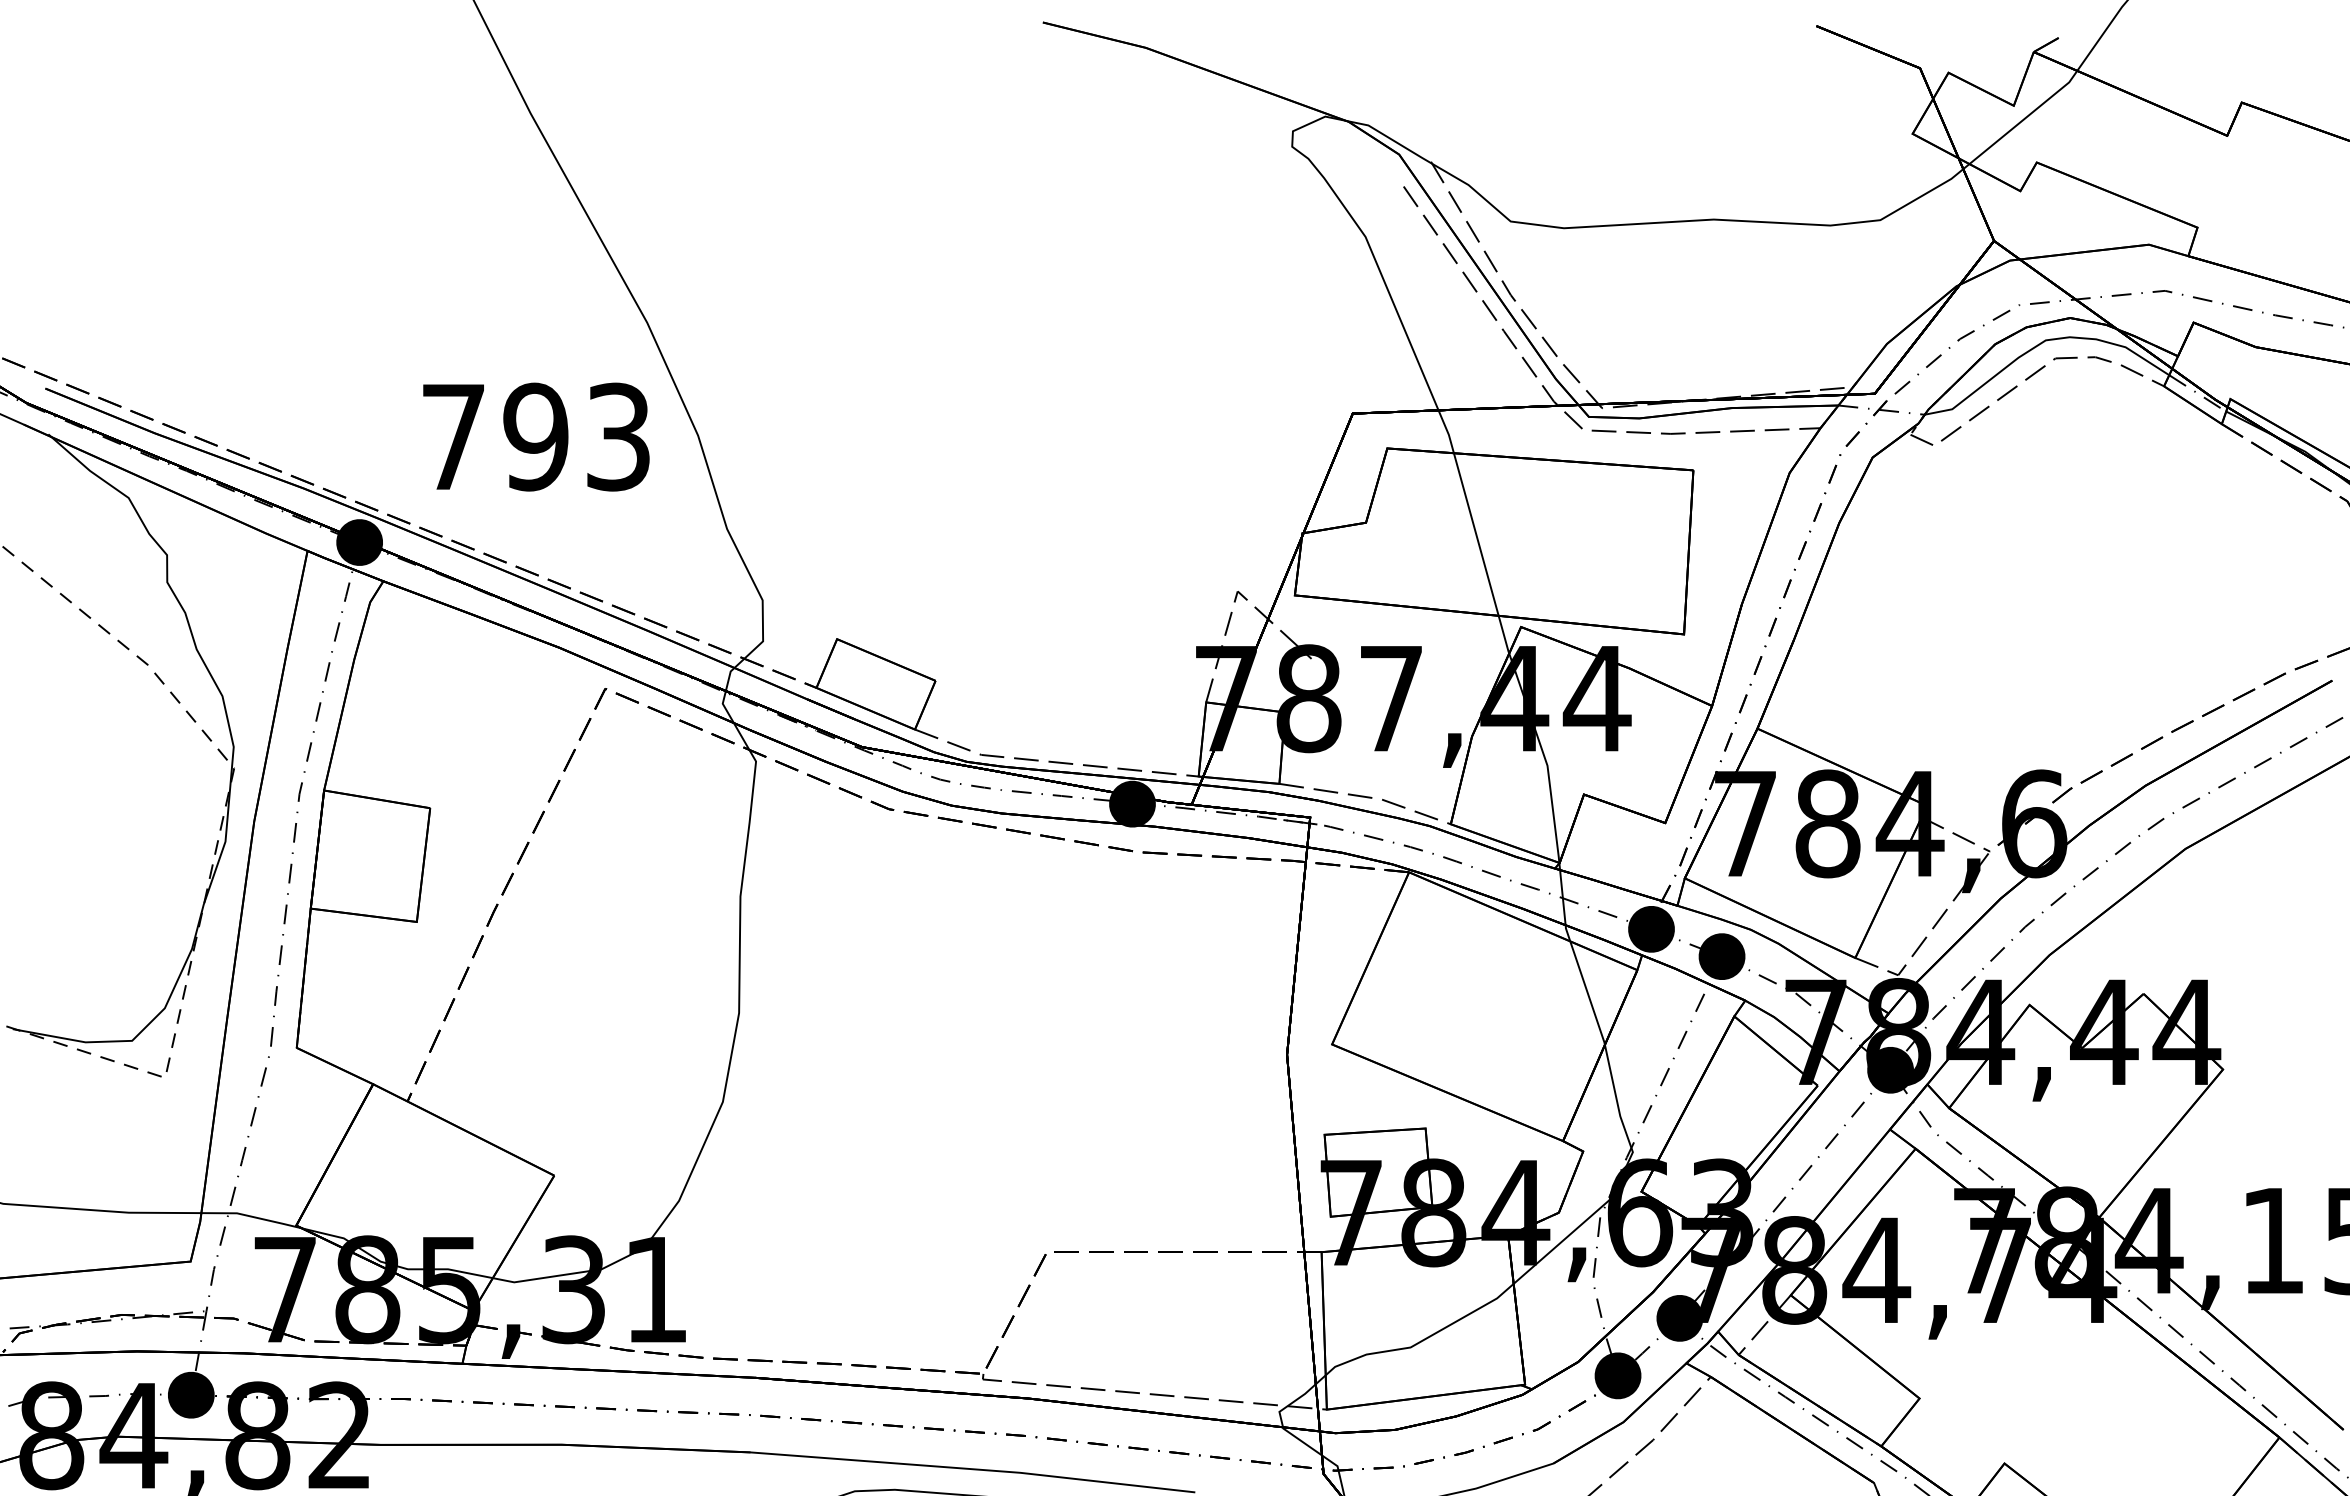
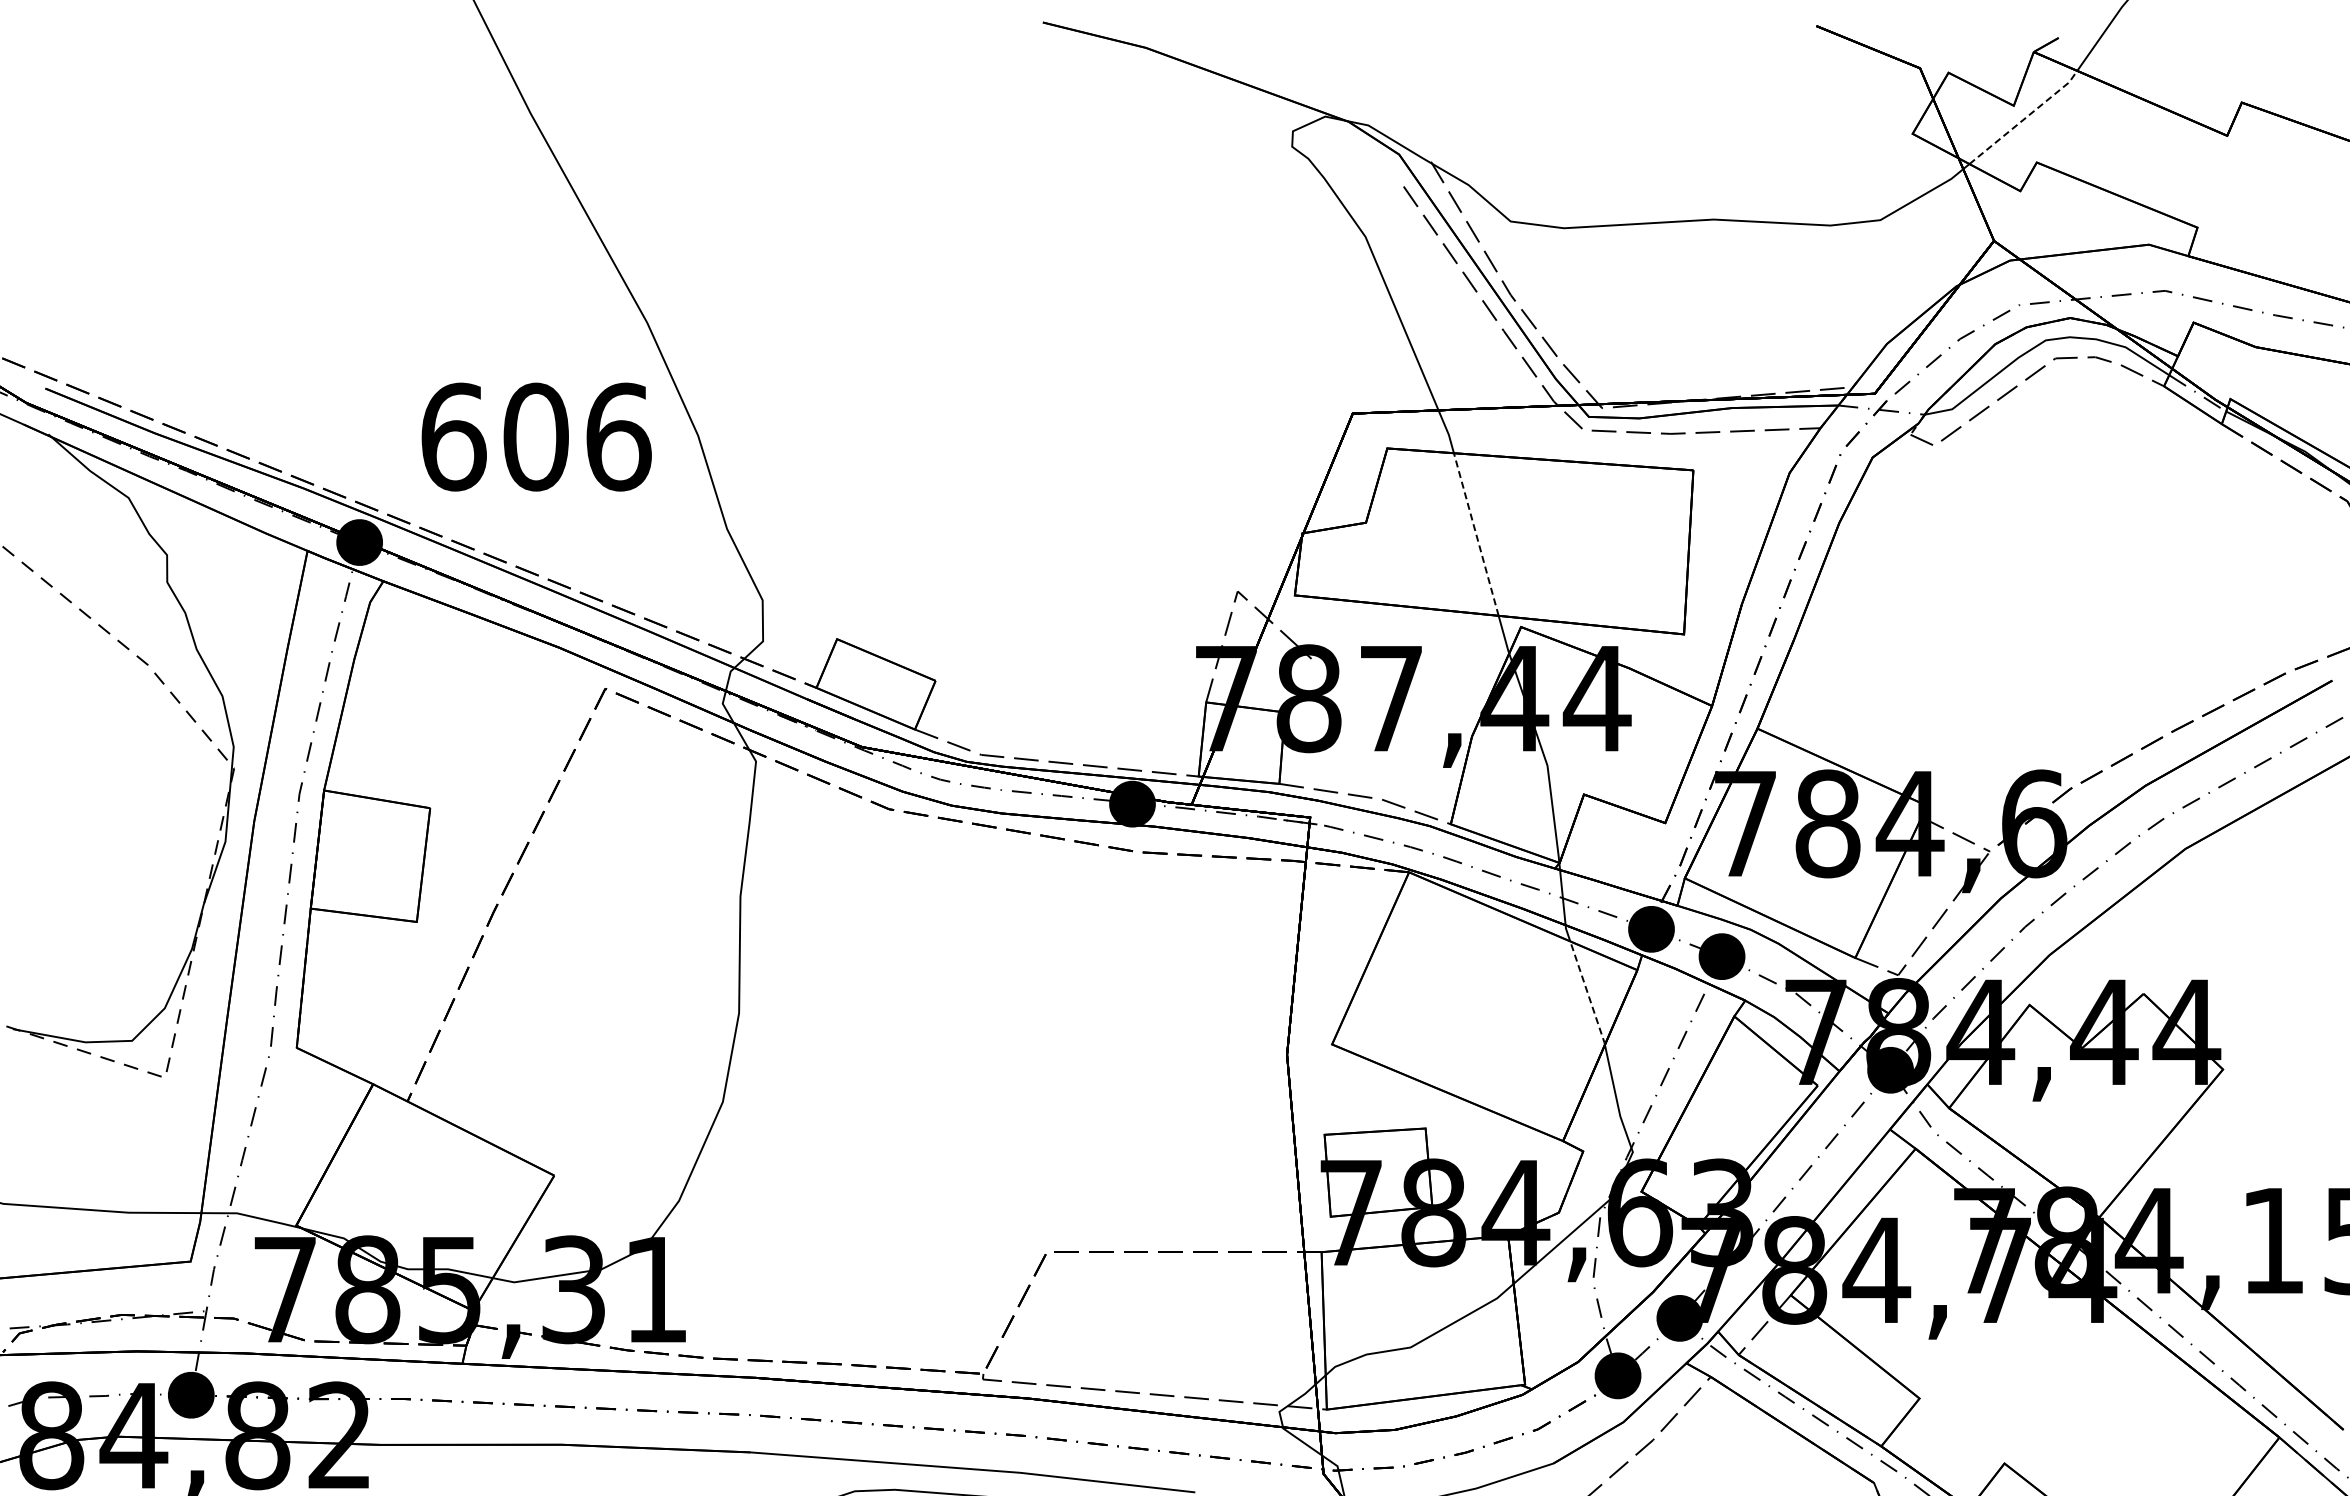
line at (2025, 117): solid -> dashed
text at (536, 436): 793 -> 606
line at (1476, 534): solid -> dashed
line at (1587, 993): solid -> dashed
